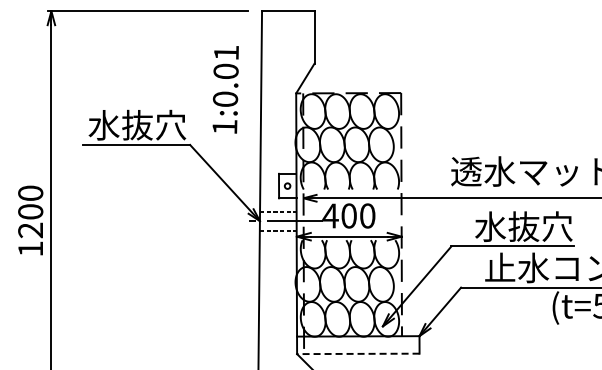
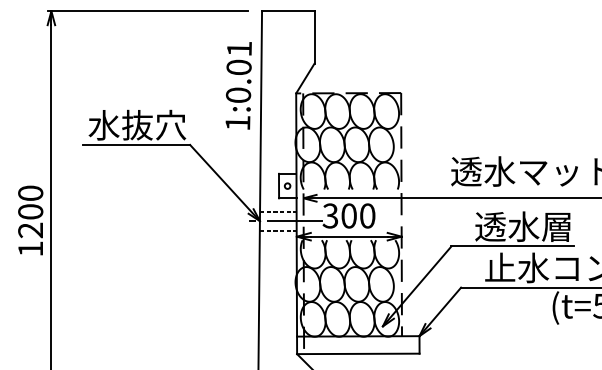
text at (225, 89) position: (225, 89) -> (238, 85)
text at (330, 215): 400 -> 300
text at (523, 226): 水抜穴 -> 透水層
line at (357, 353): dashed -> solid
